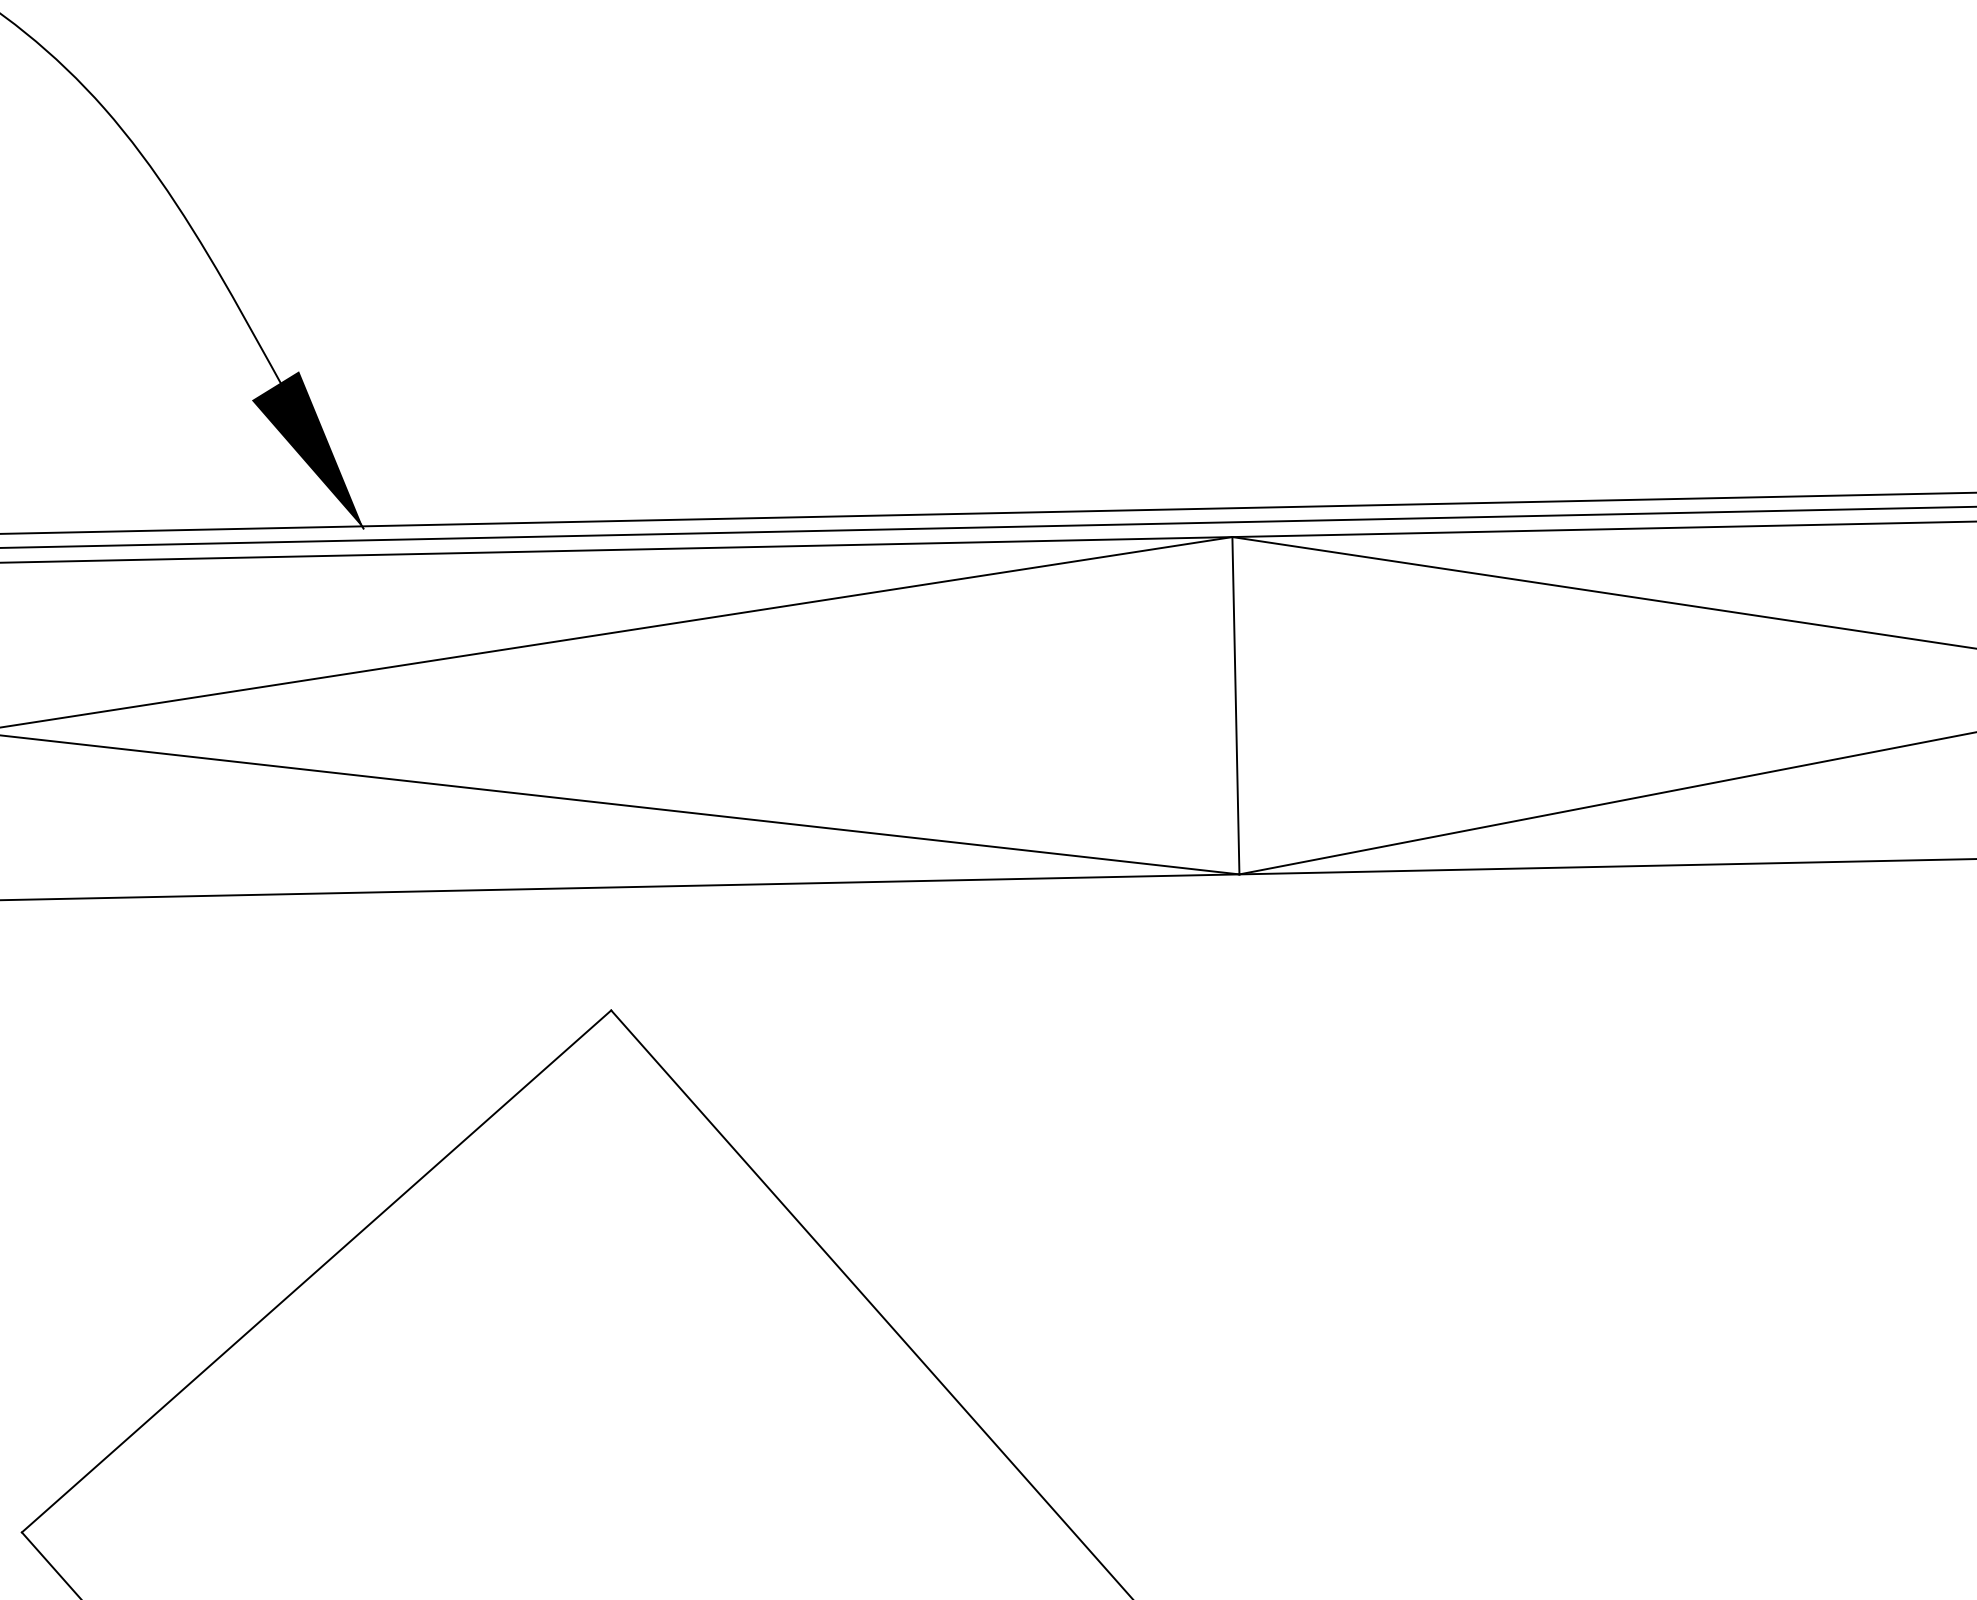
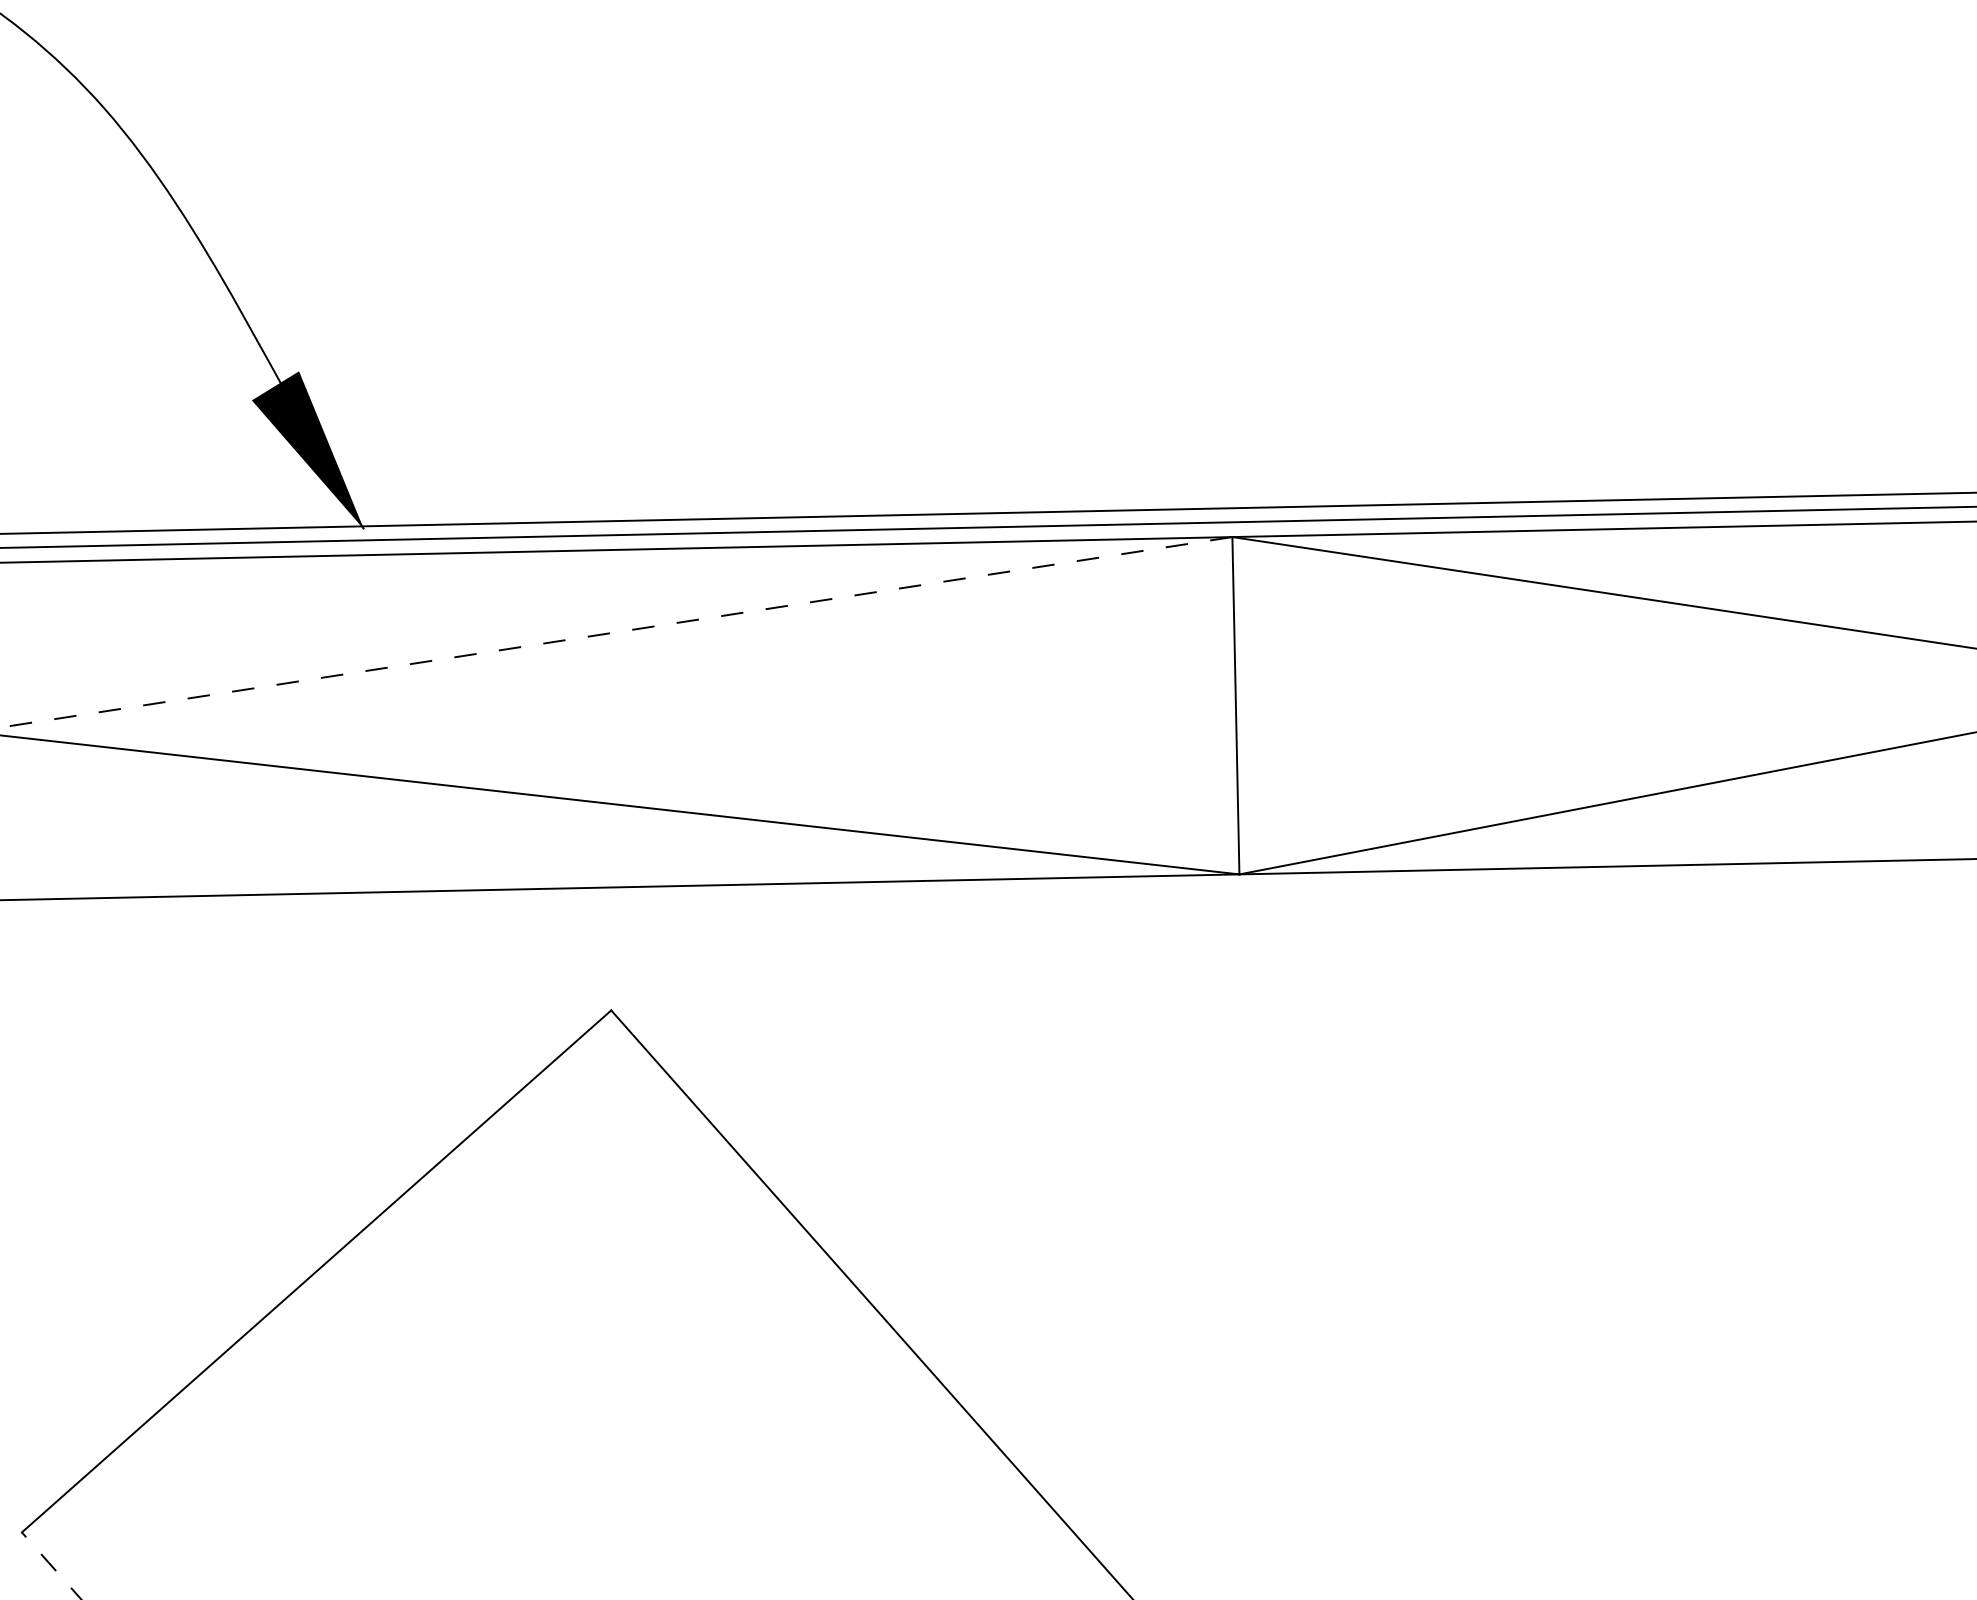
line at (615, 632): solid -> dashed
line at (51, 1566): solid -> dashed
